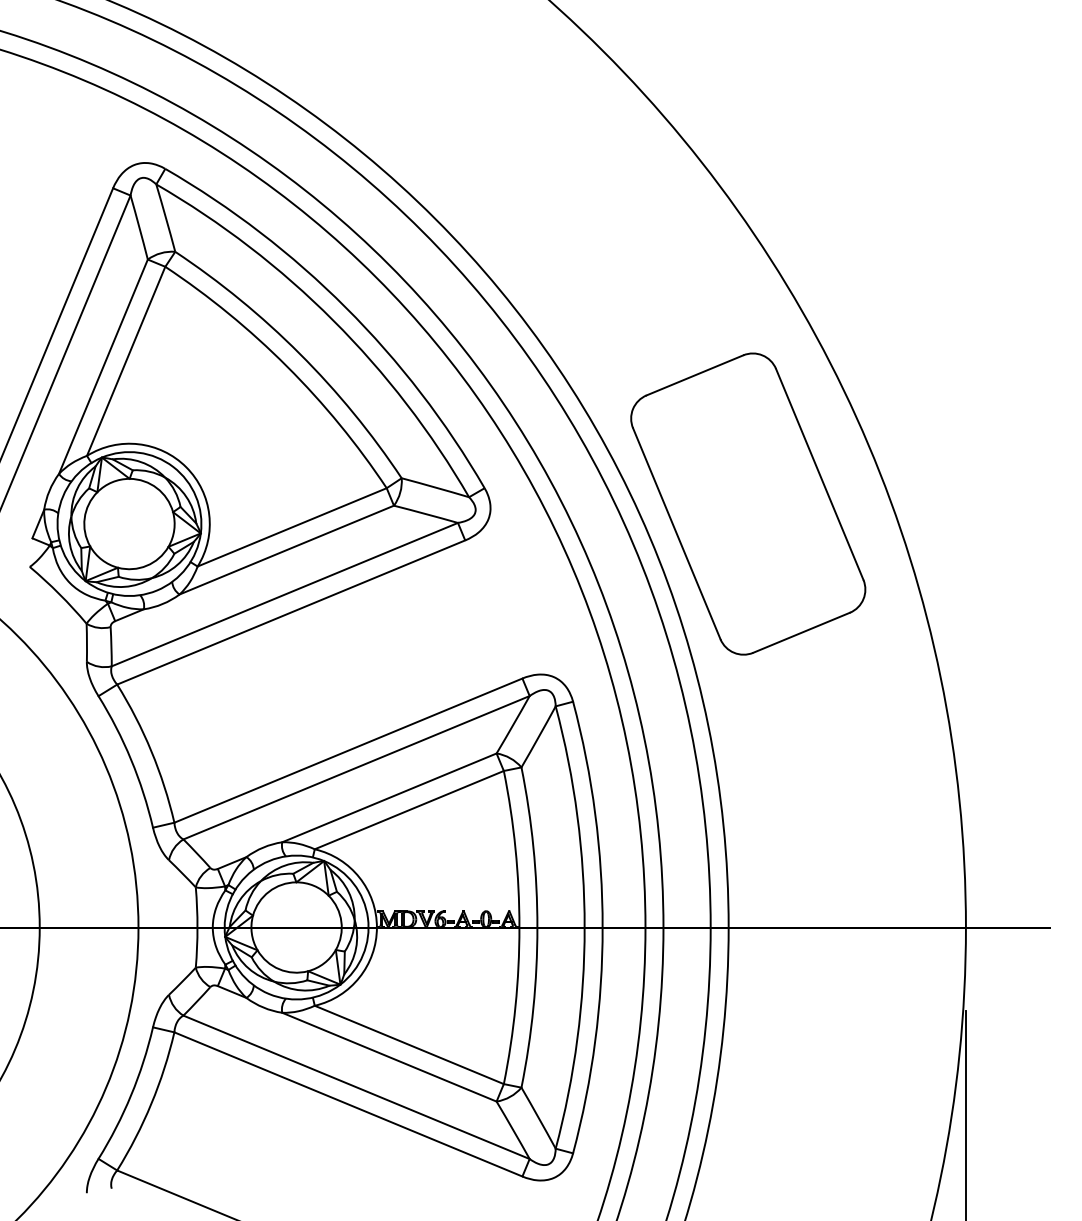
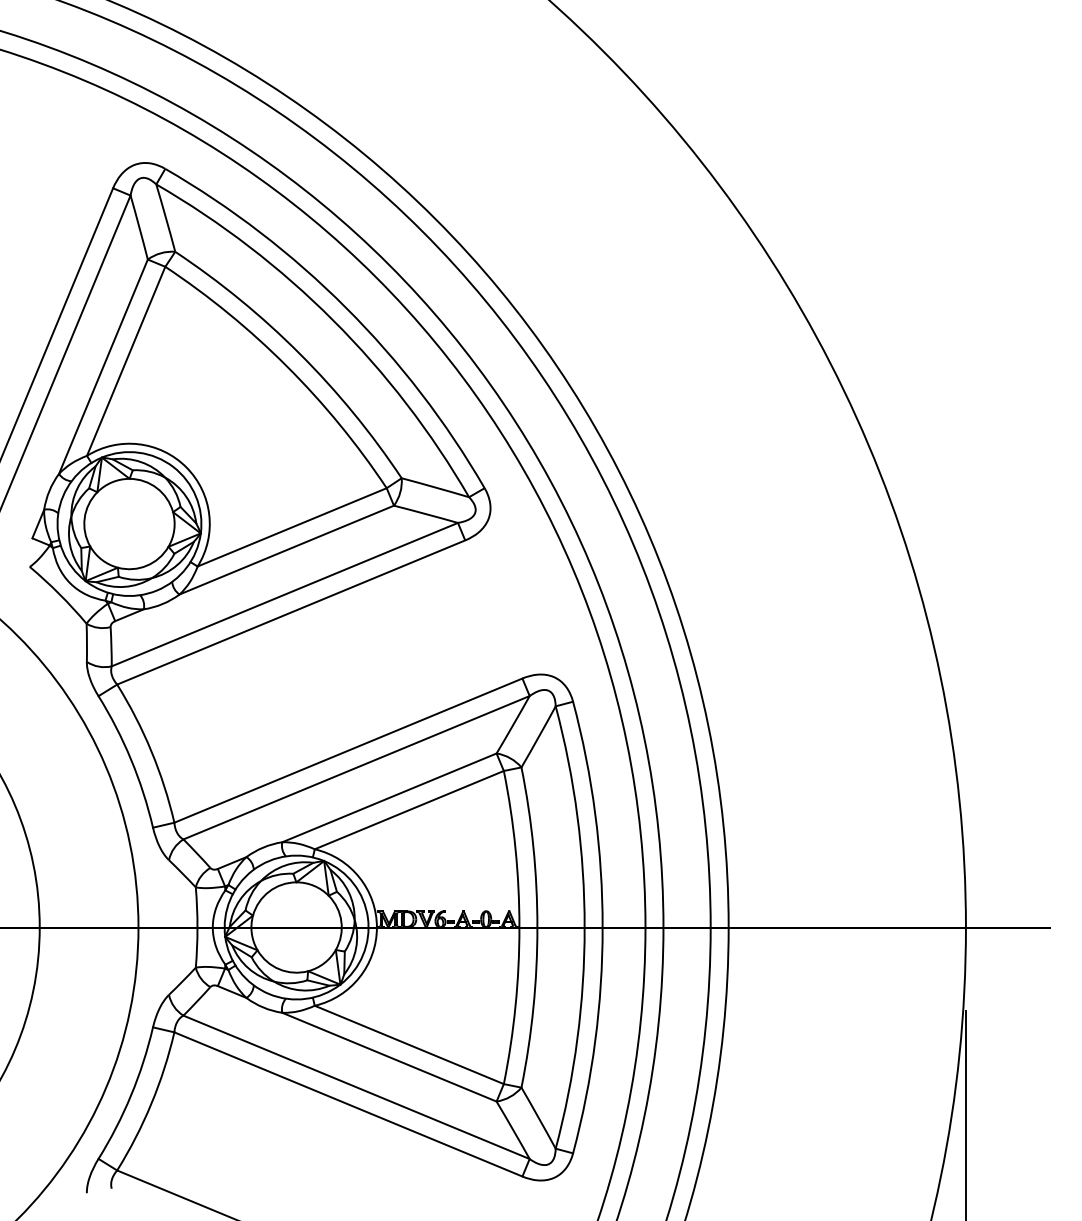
part at (748, 503): present -> none
